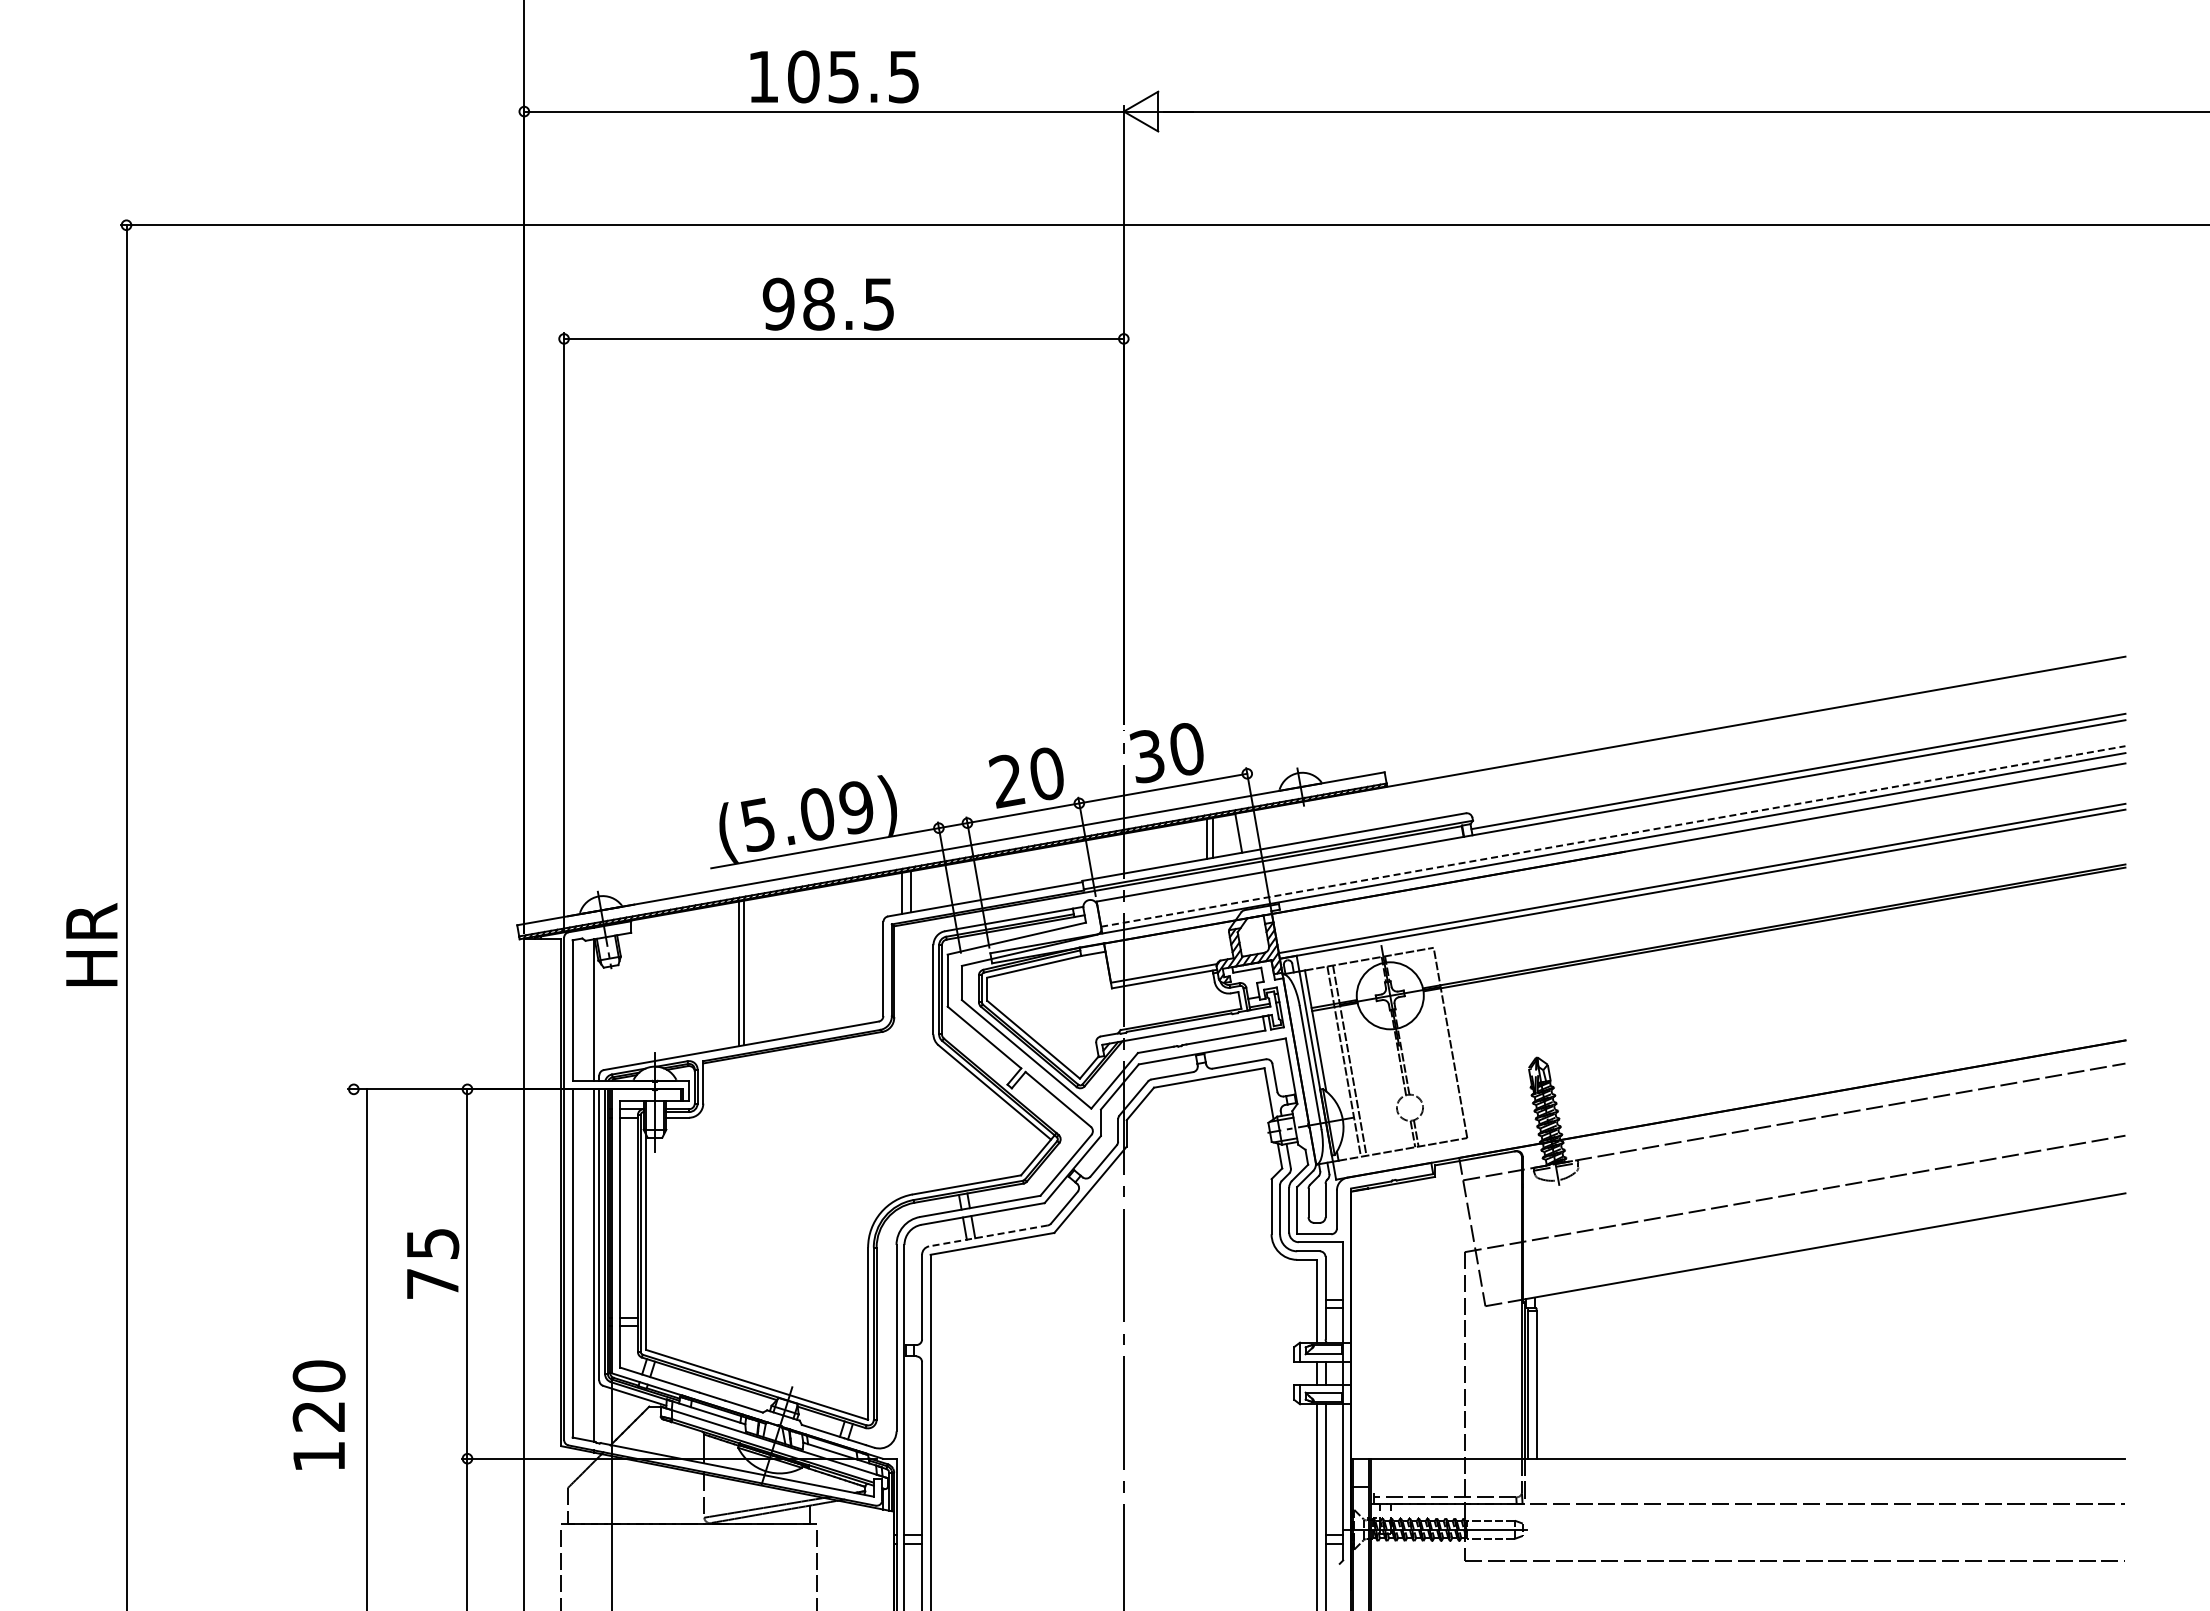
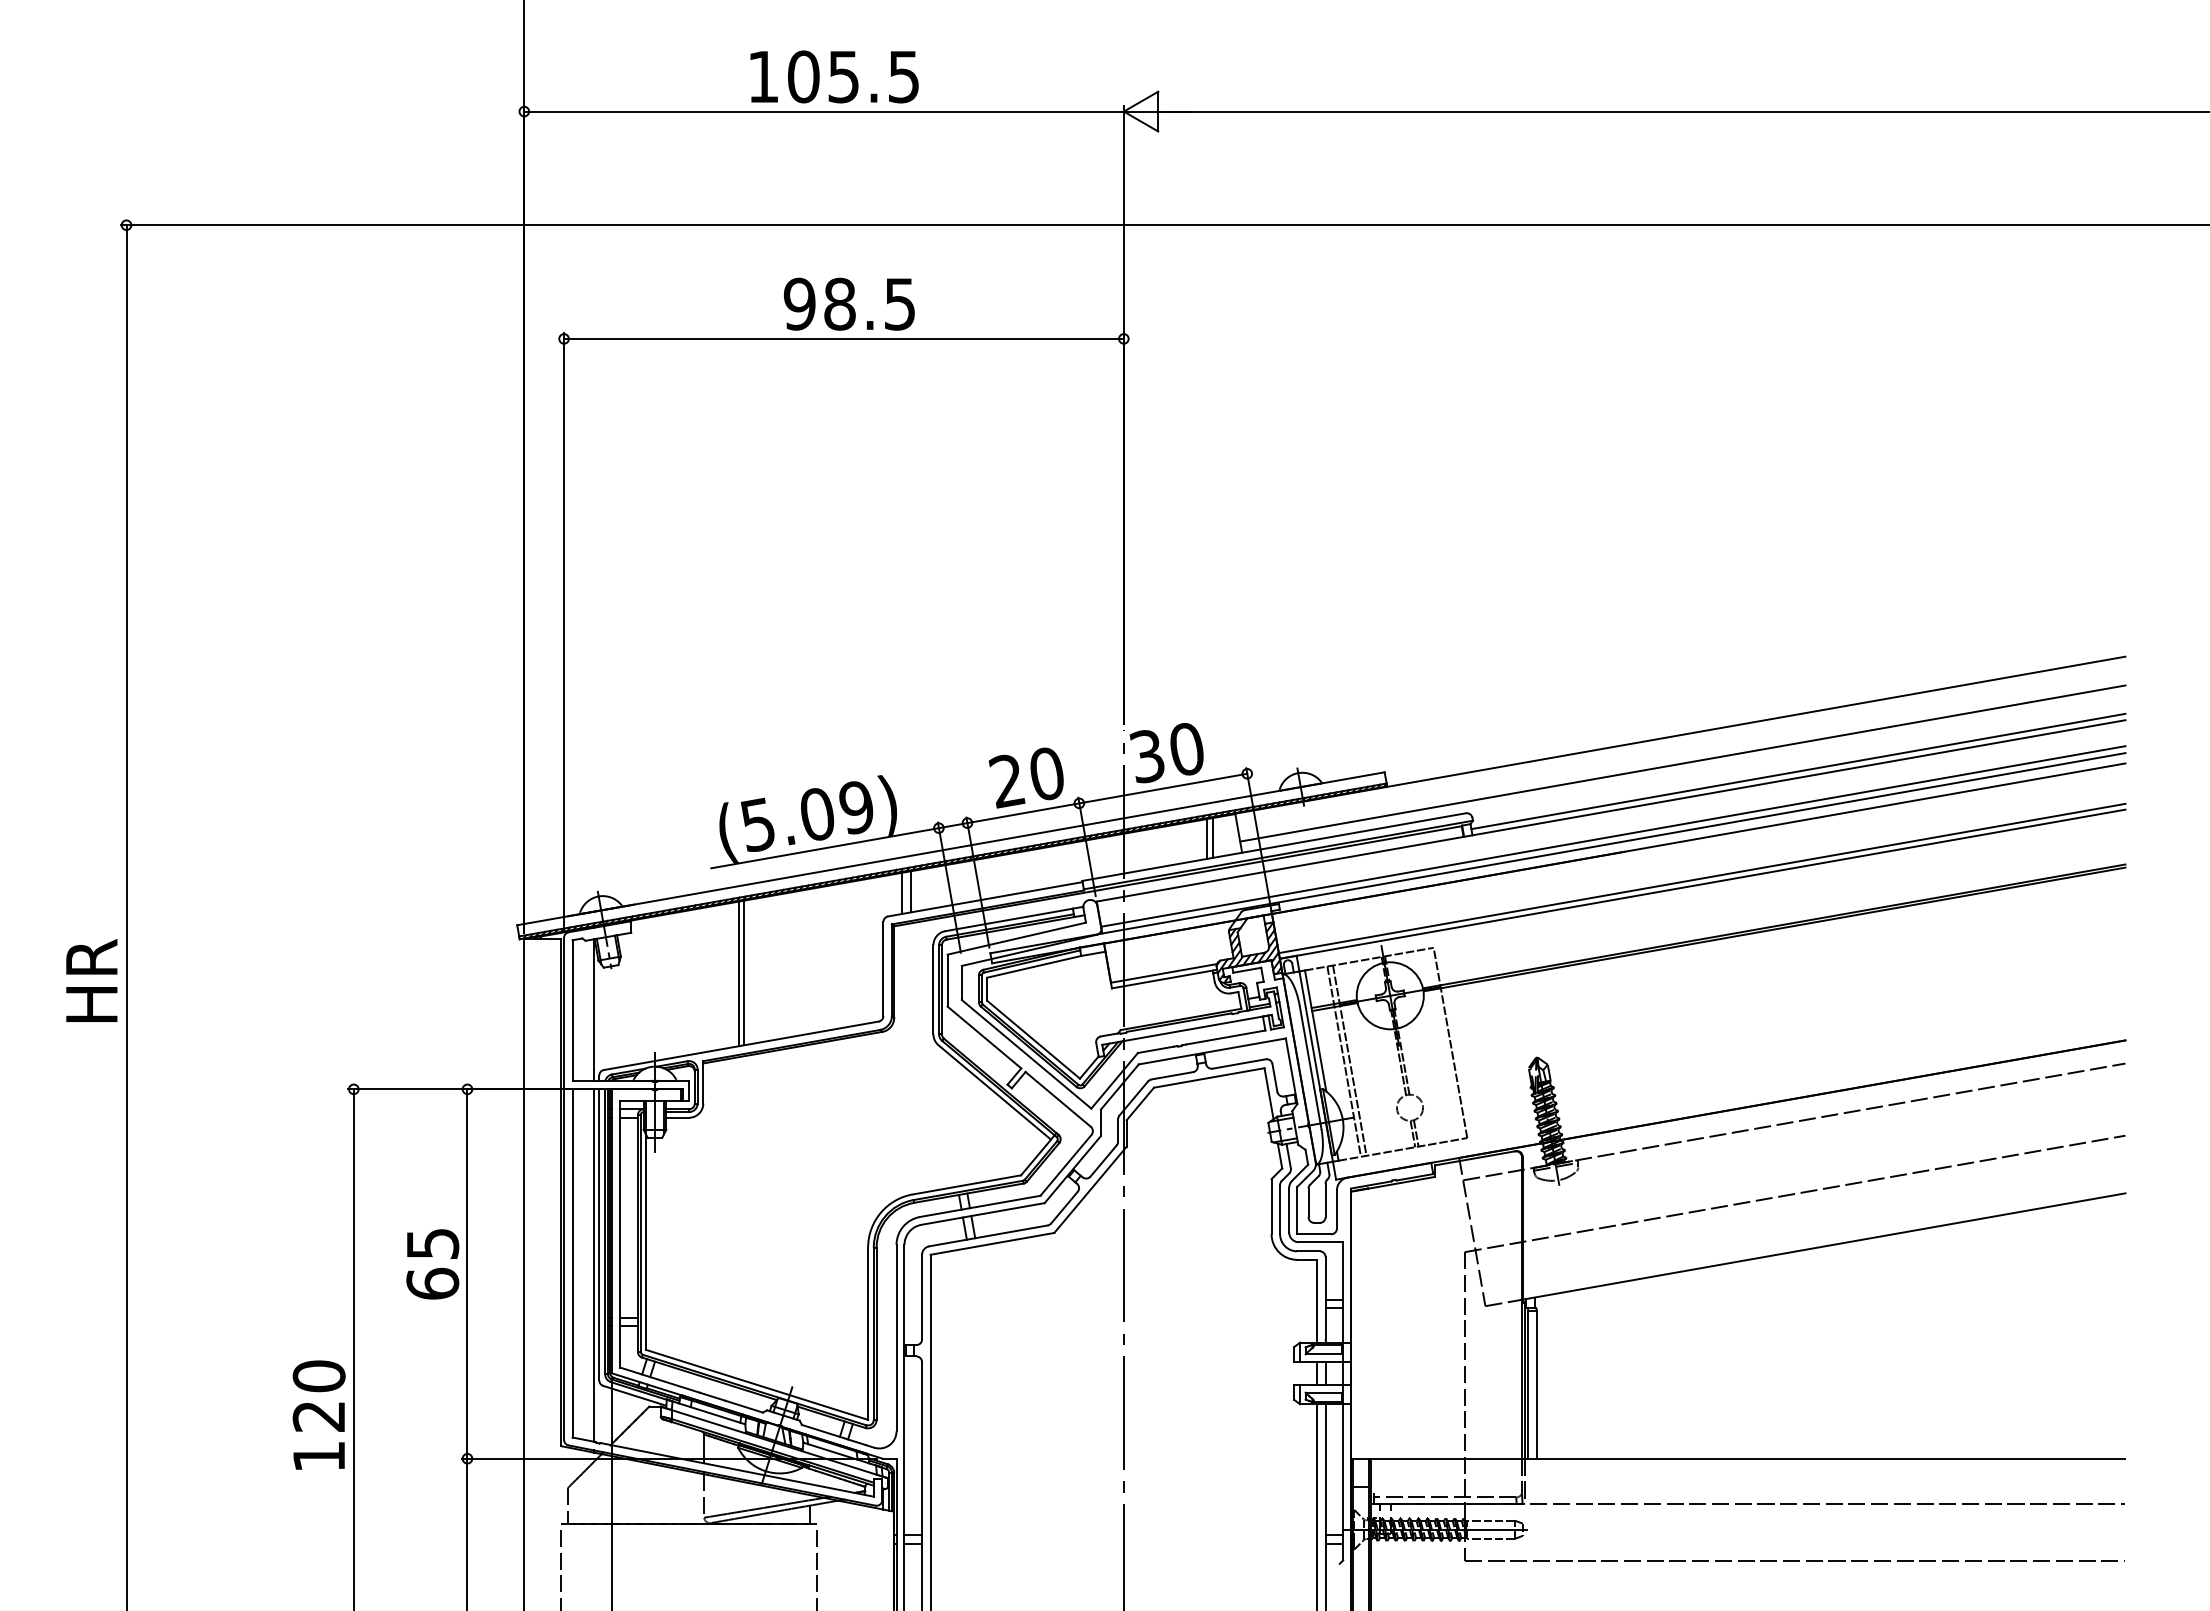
text at (827, 303) position: (827, 303) -> (848, 303)
line at (1682, 763): none -> present
line at (1613, 836): dashed -> solid
text at (91, 944) position: (91, 944) -> (91, 980)
line at (987, 1236): dashed -> solid
text at (432, 1283): 75 -> 65
line at (366, 1348) position: (366, 1348) -> (353, 1348)
